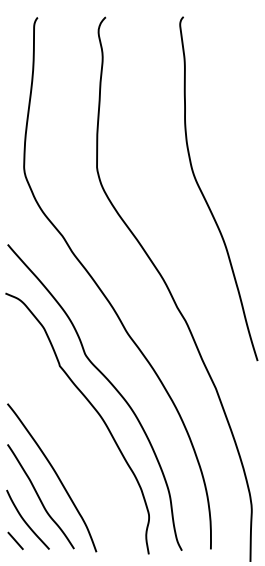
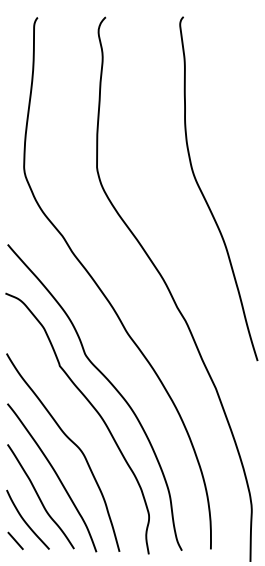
curve at (72, 443): none -> present
